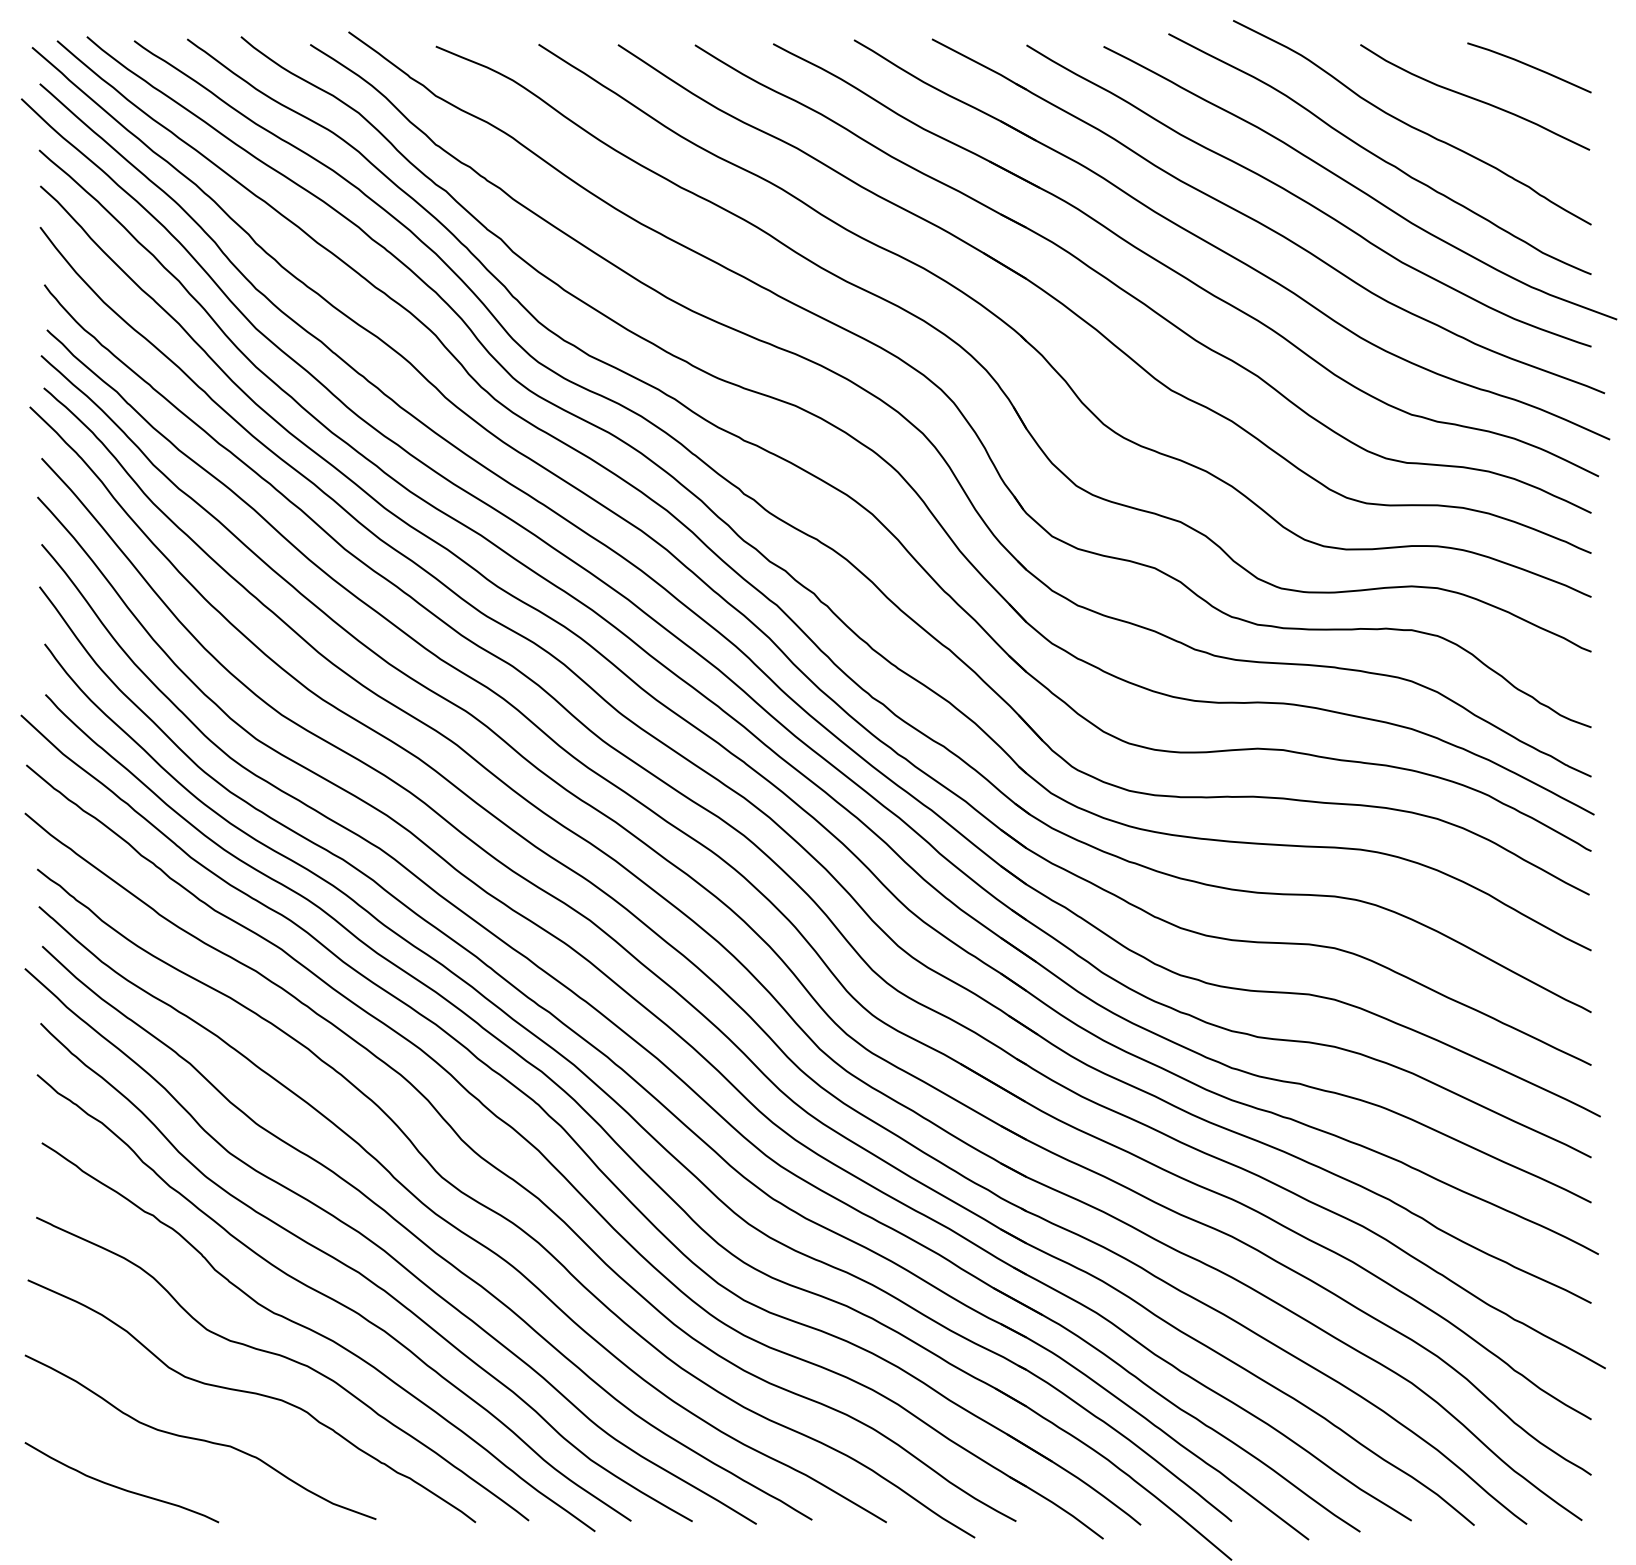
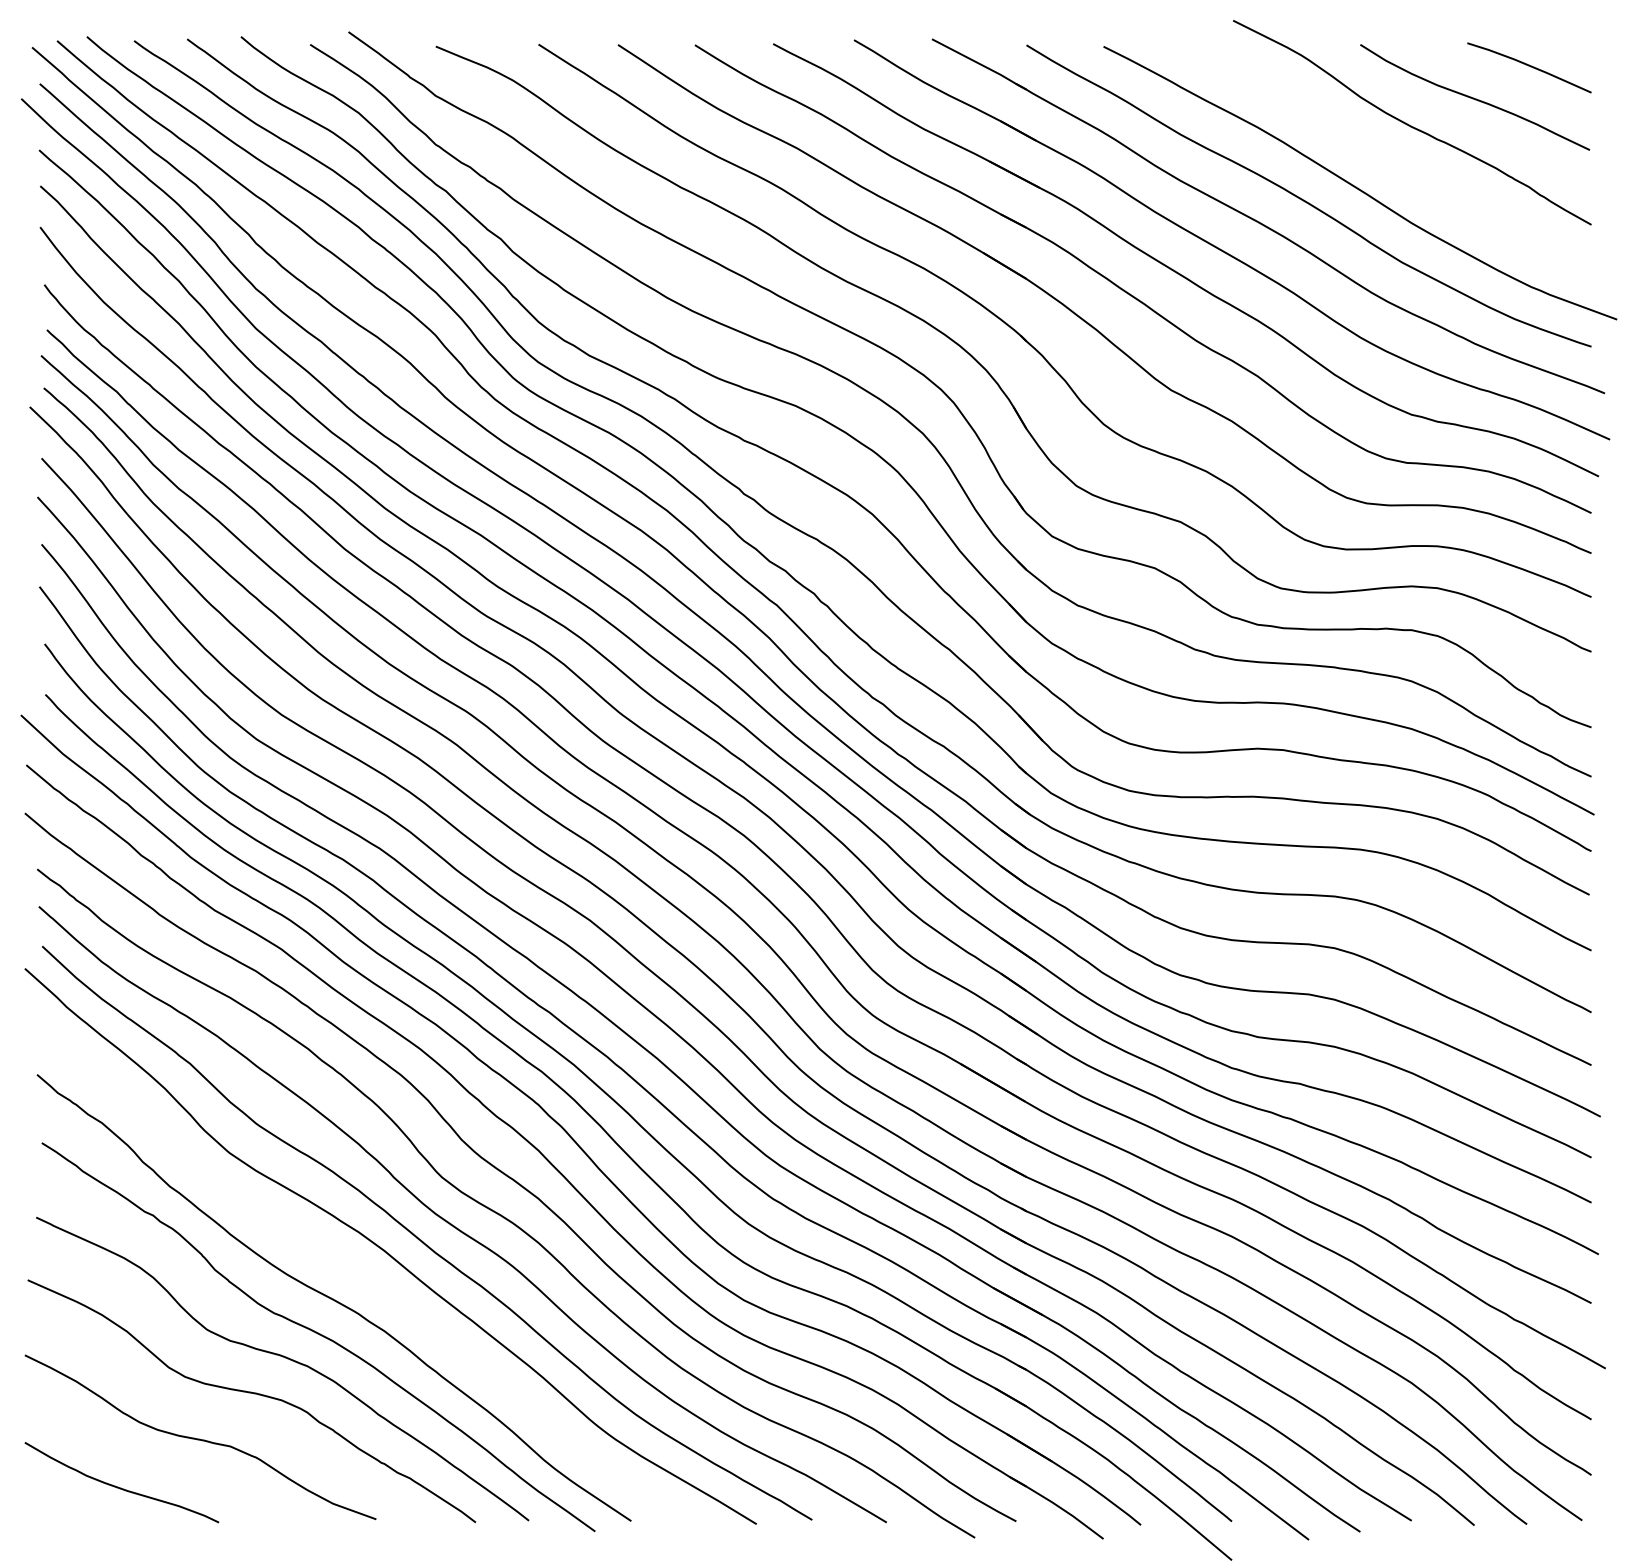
curve at (1377, 155): present -> none
curve at (363, 1274): present -> none
